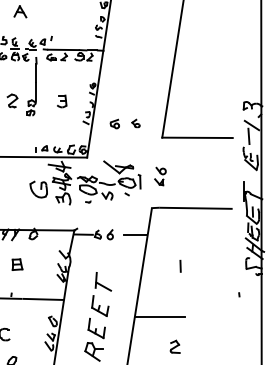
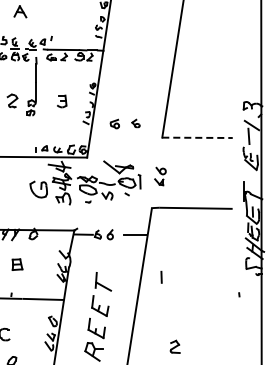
line at (198, 137): solid -> dashed
line at (180, 265) position: (180, 265) -> (161, 276)
line at (160, 317): present -> none
